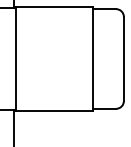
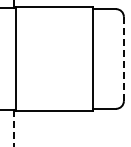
line at (123, 59): solid -> dashed
line at (14, 128): solid -> dashed
